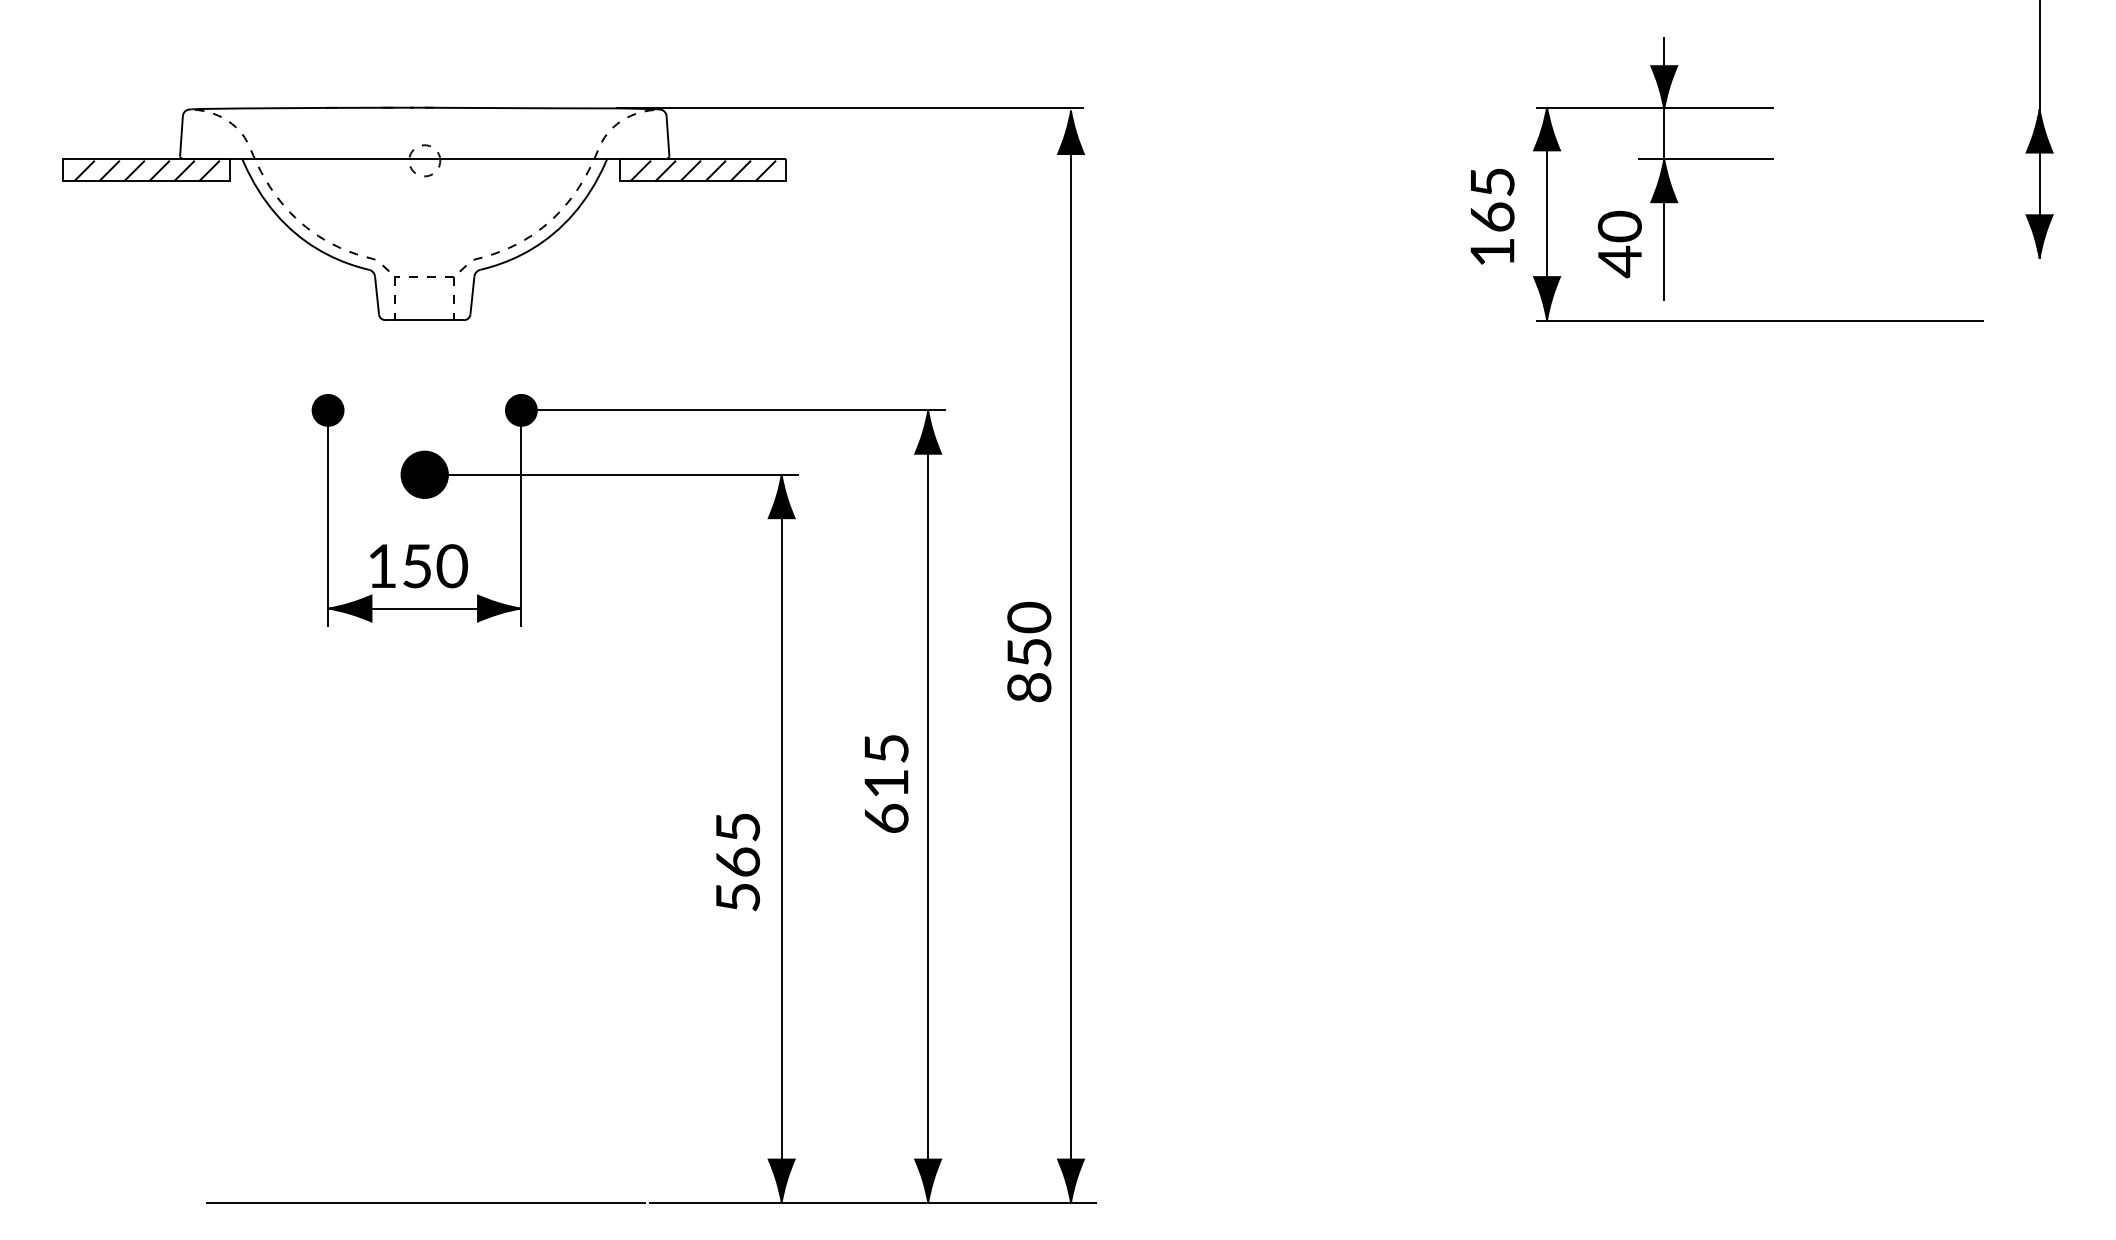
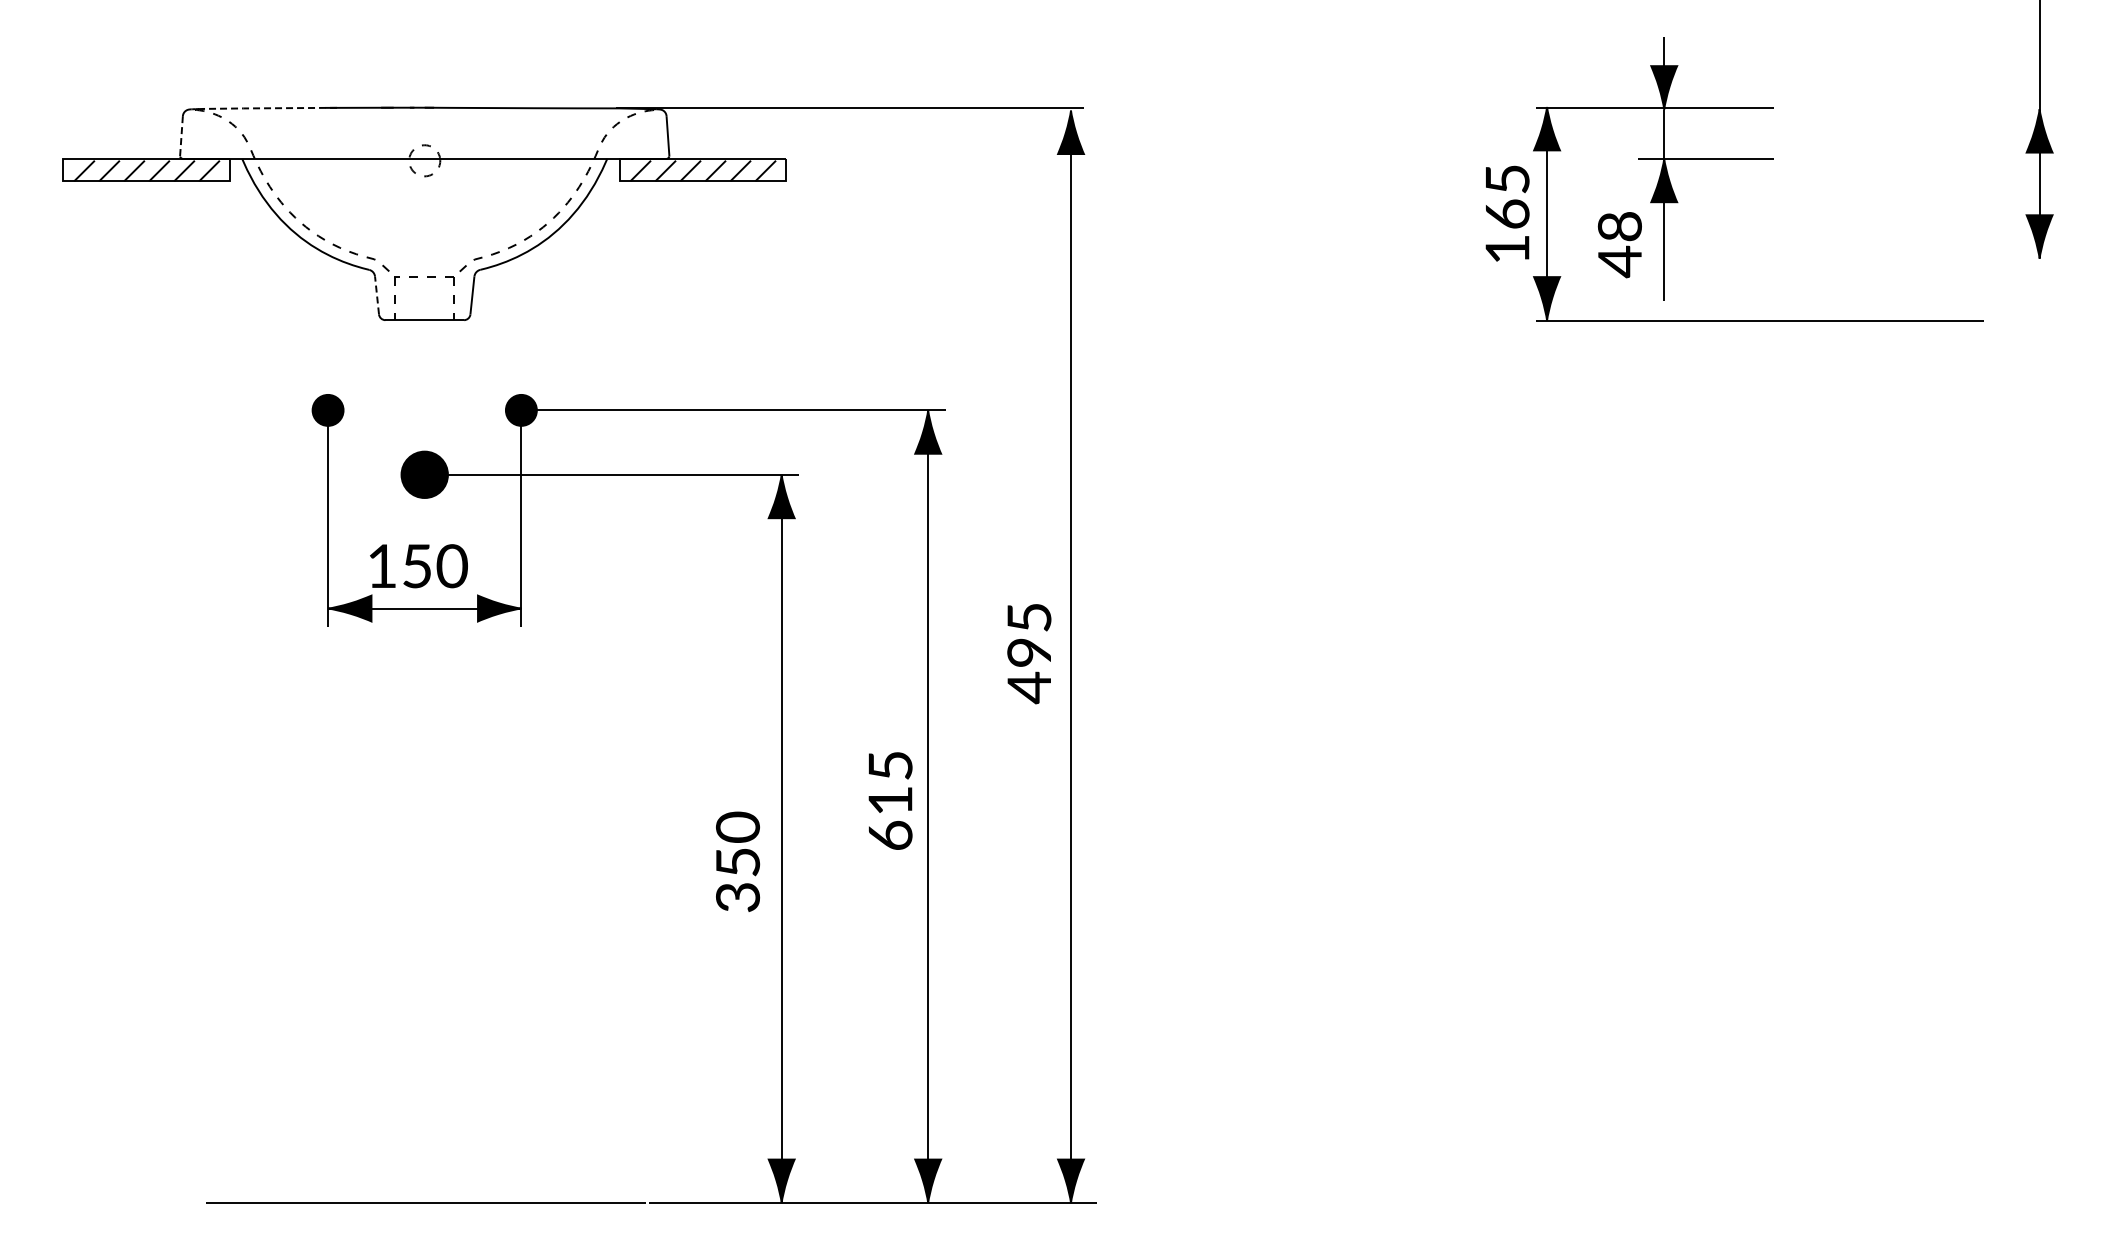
line at (268, 108): solid -> dashed
line at (181, 136): solid -> dashed
text at (1492, 216) position: (1492, 216) -> (1507, 213)
text at (1619, 226): 40 -> 48
line at (376, 295): solid -> dashed
text at (1029, 652): 850 -> 495
text at (886, 783) position: (886, 783) -> (890, 800)
text at (738, 861): 565 -> 350
